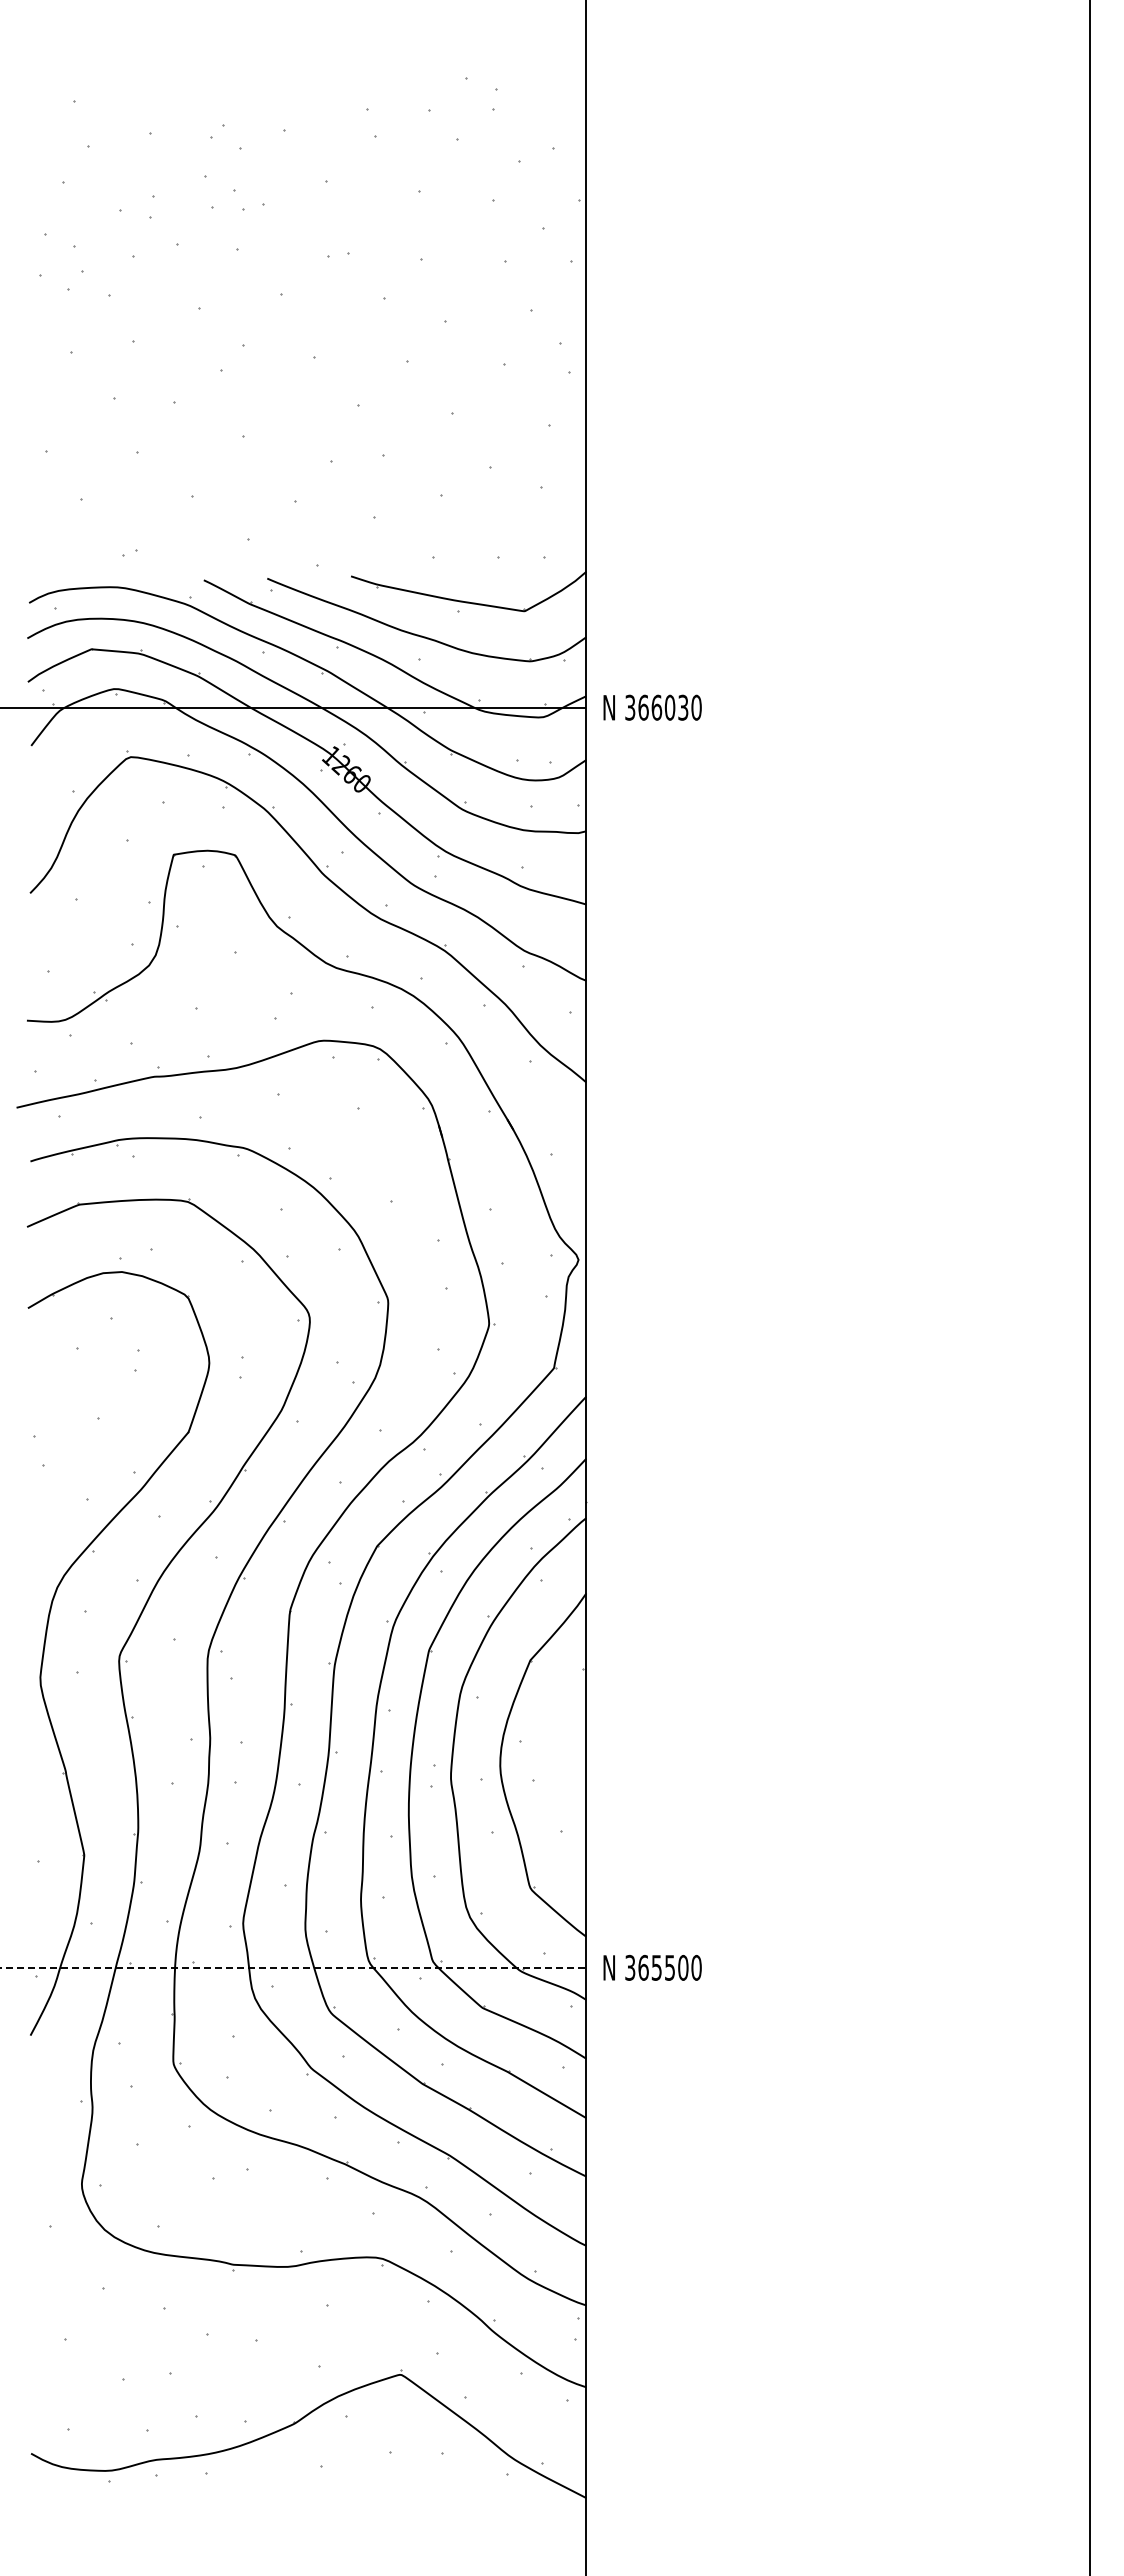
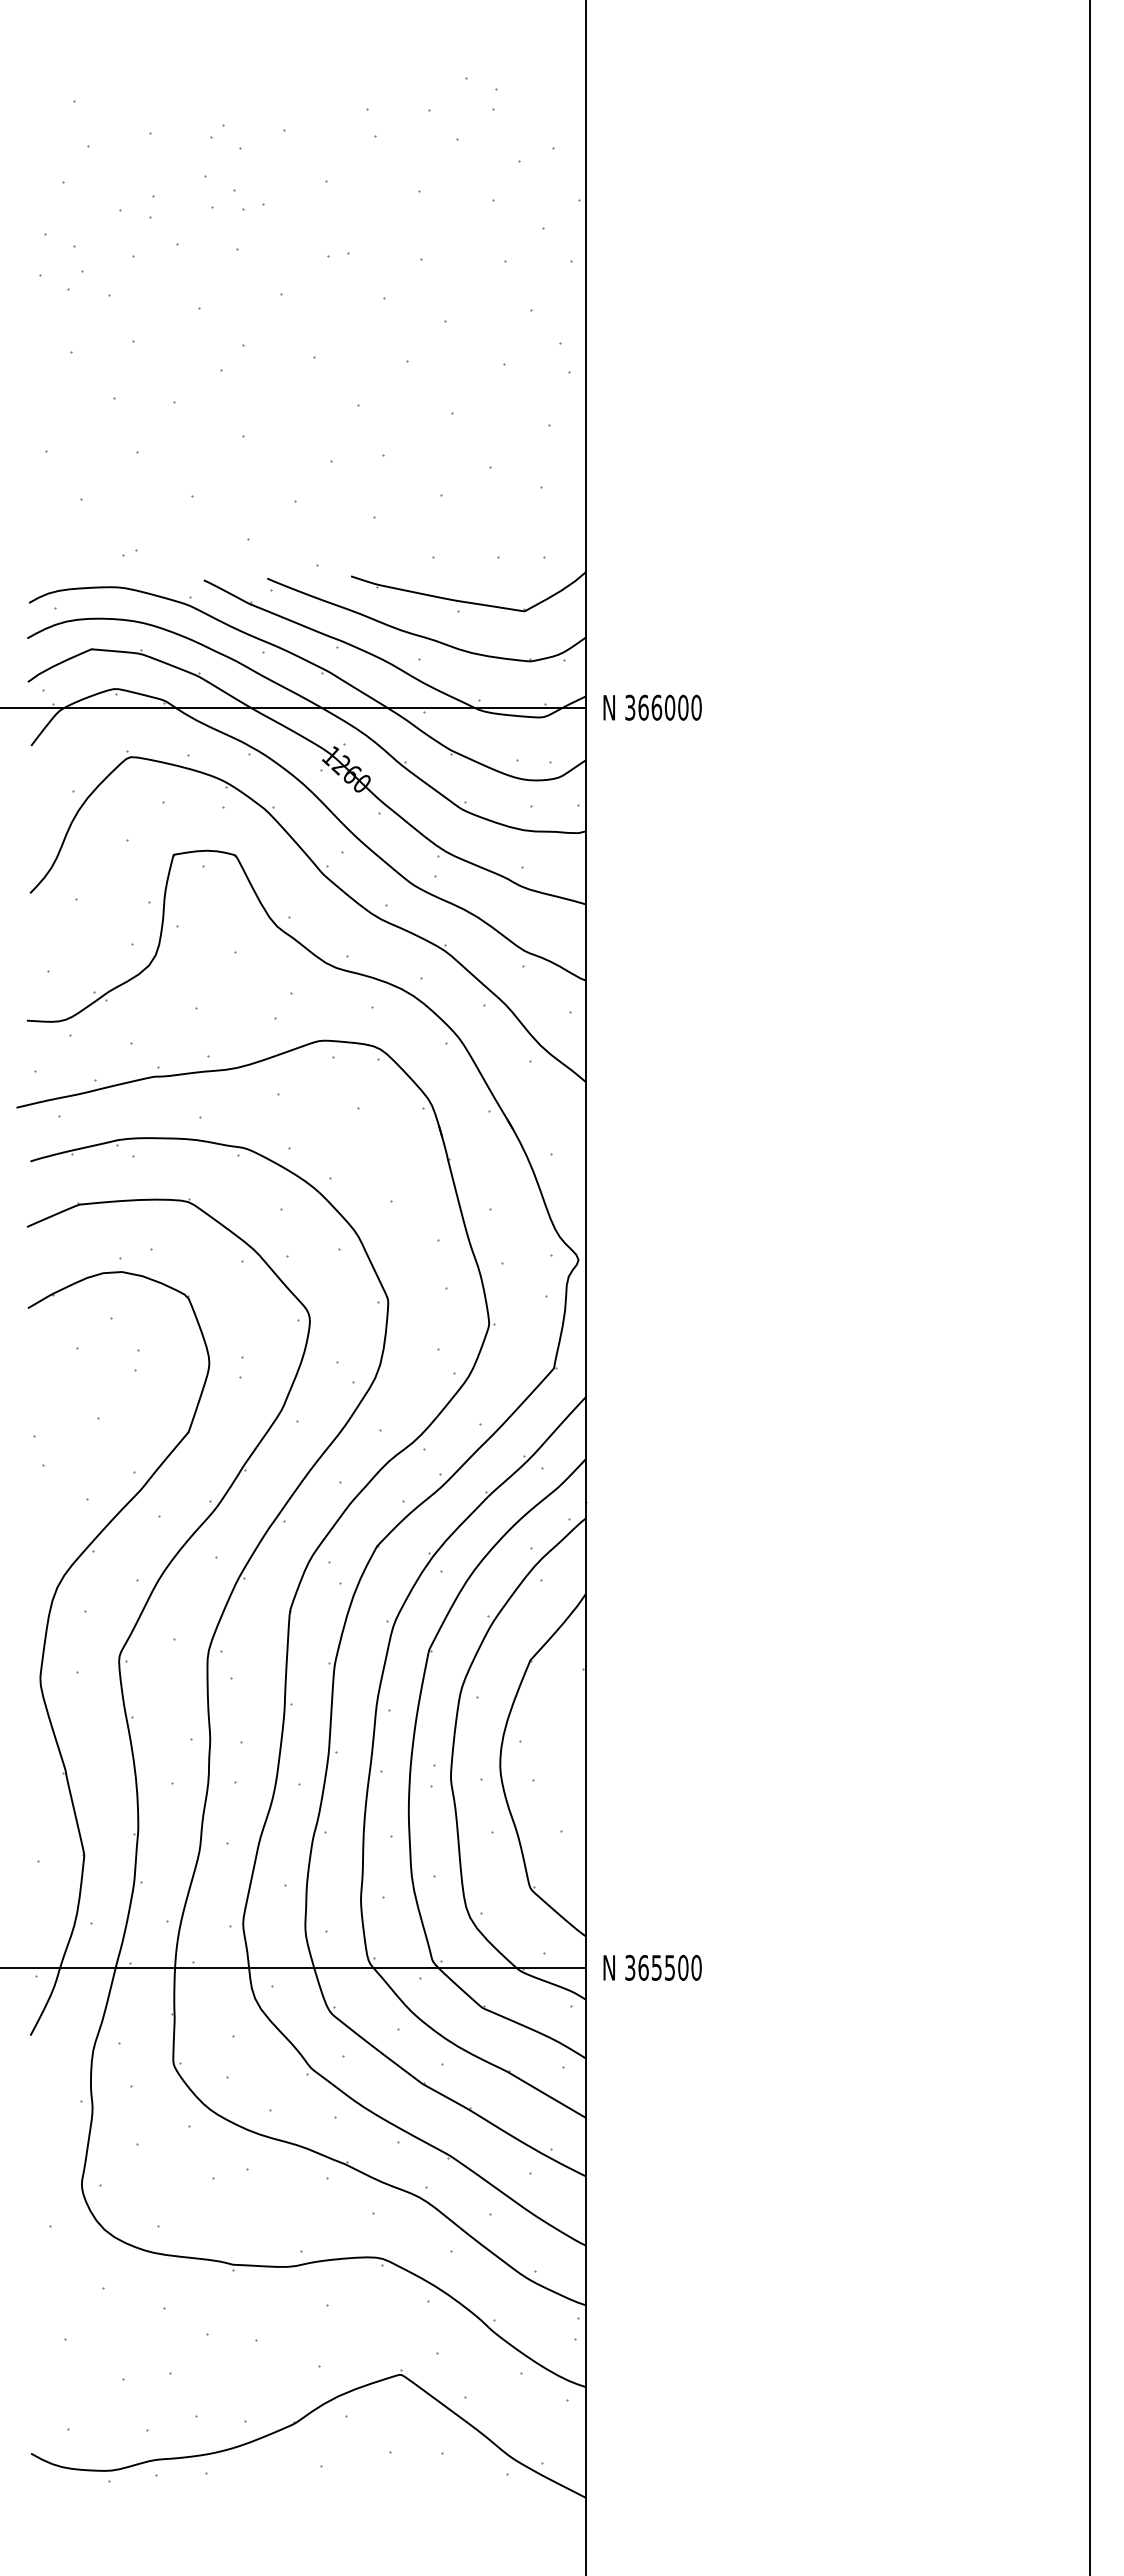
text at (683, 707): 366030 -> 366000
line at (293, 1967): dashed -> solid
